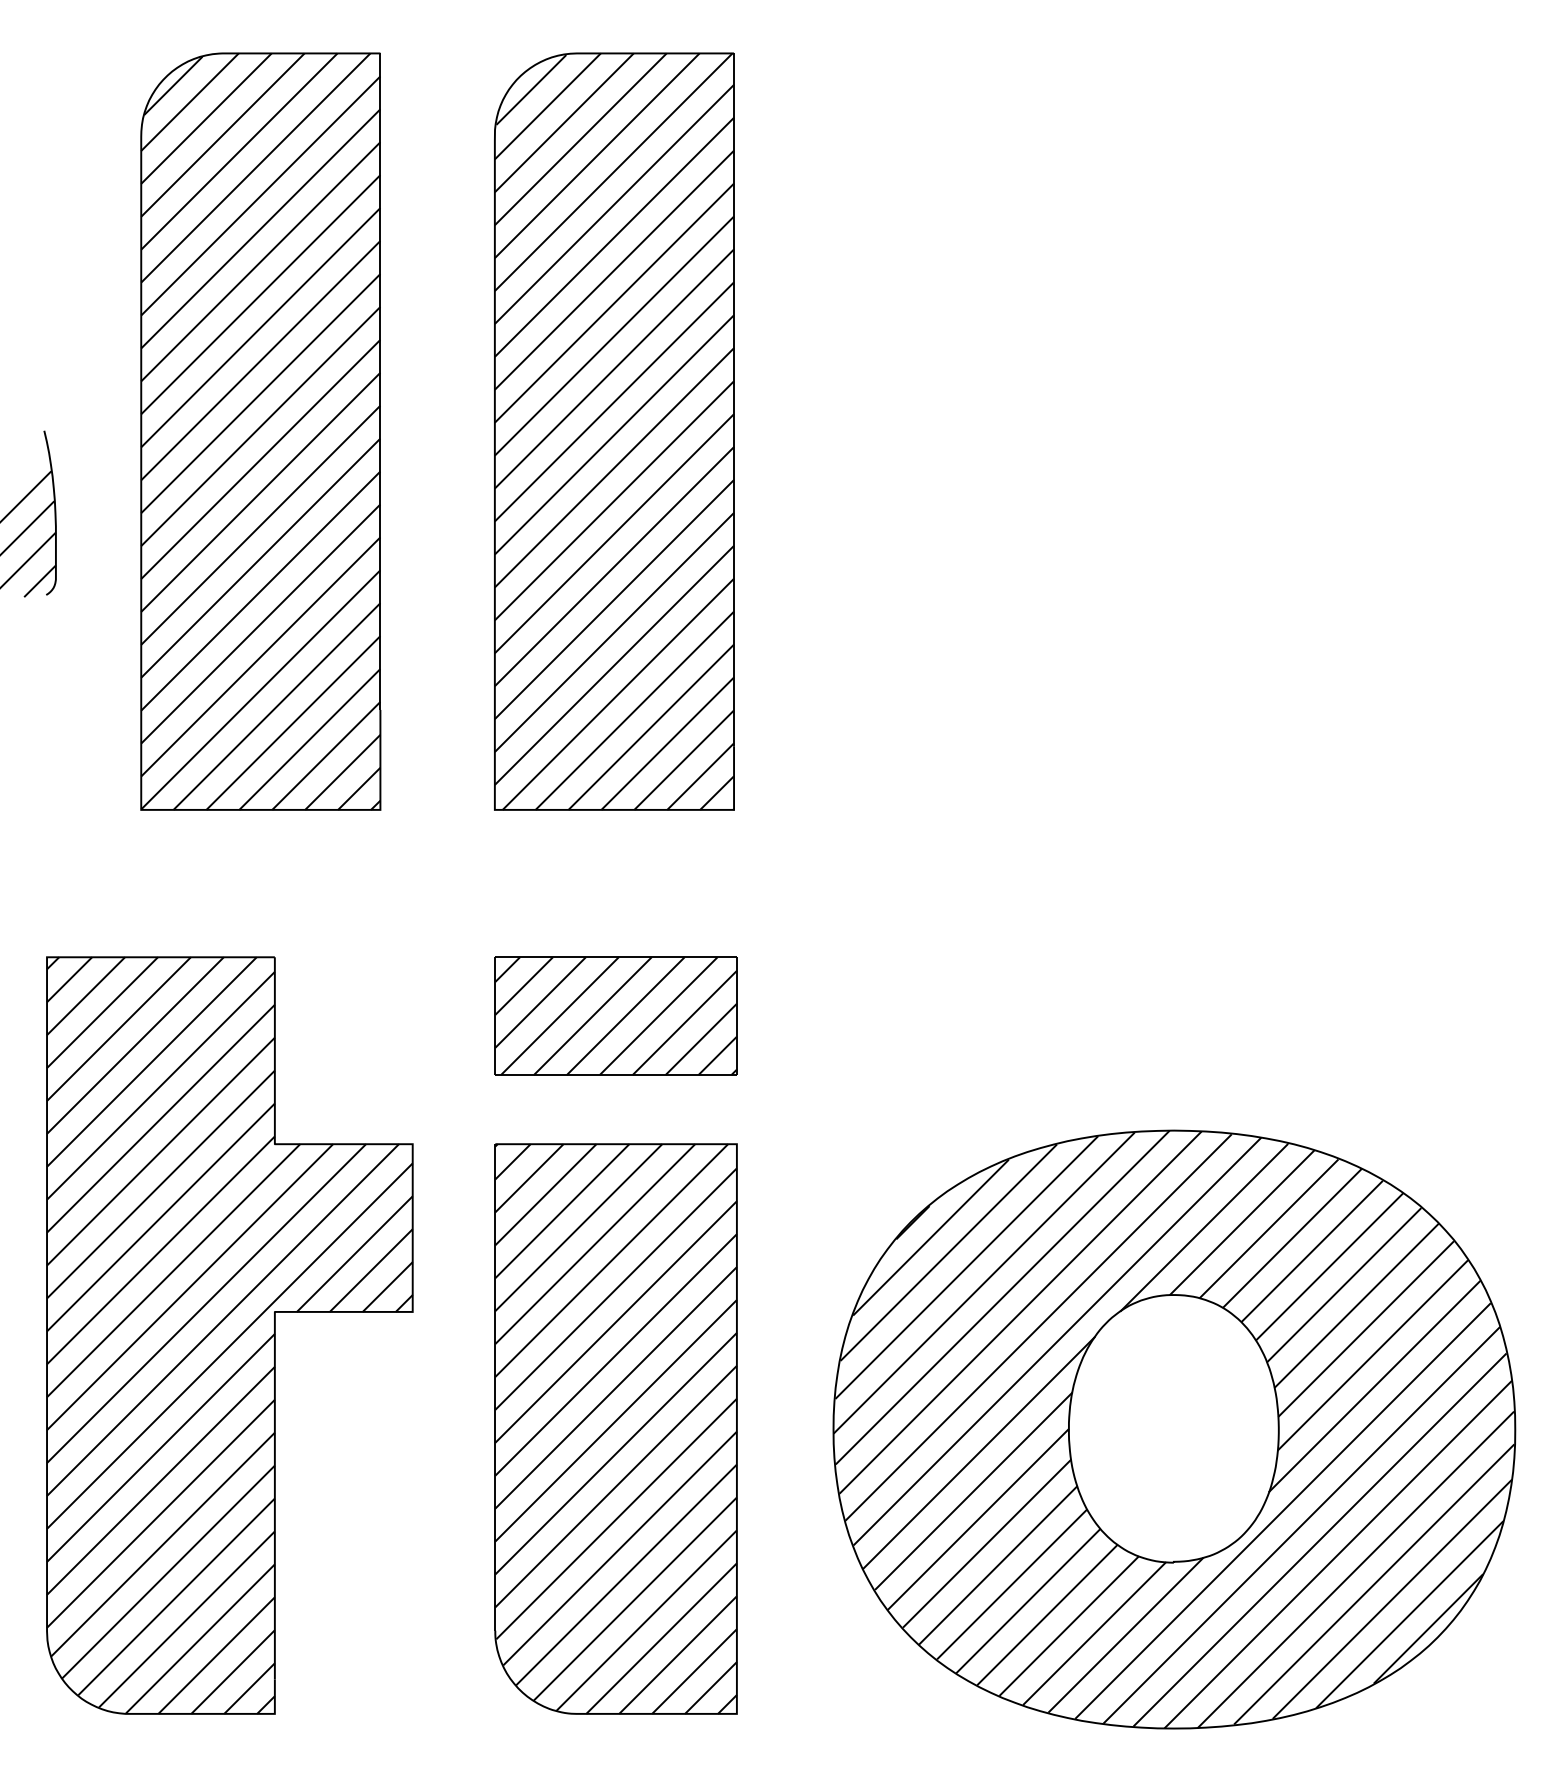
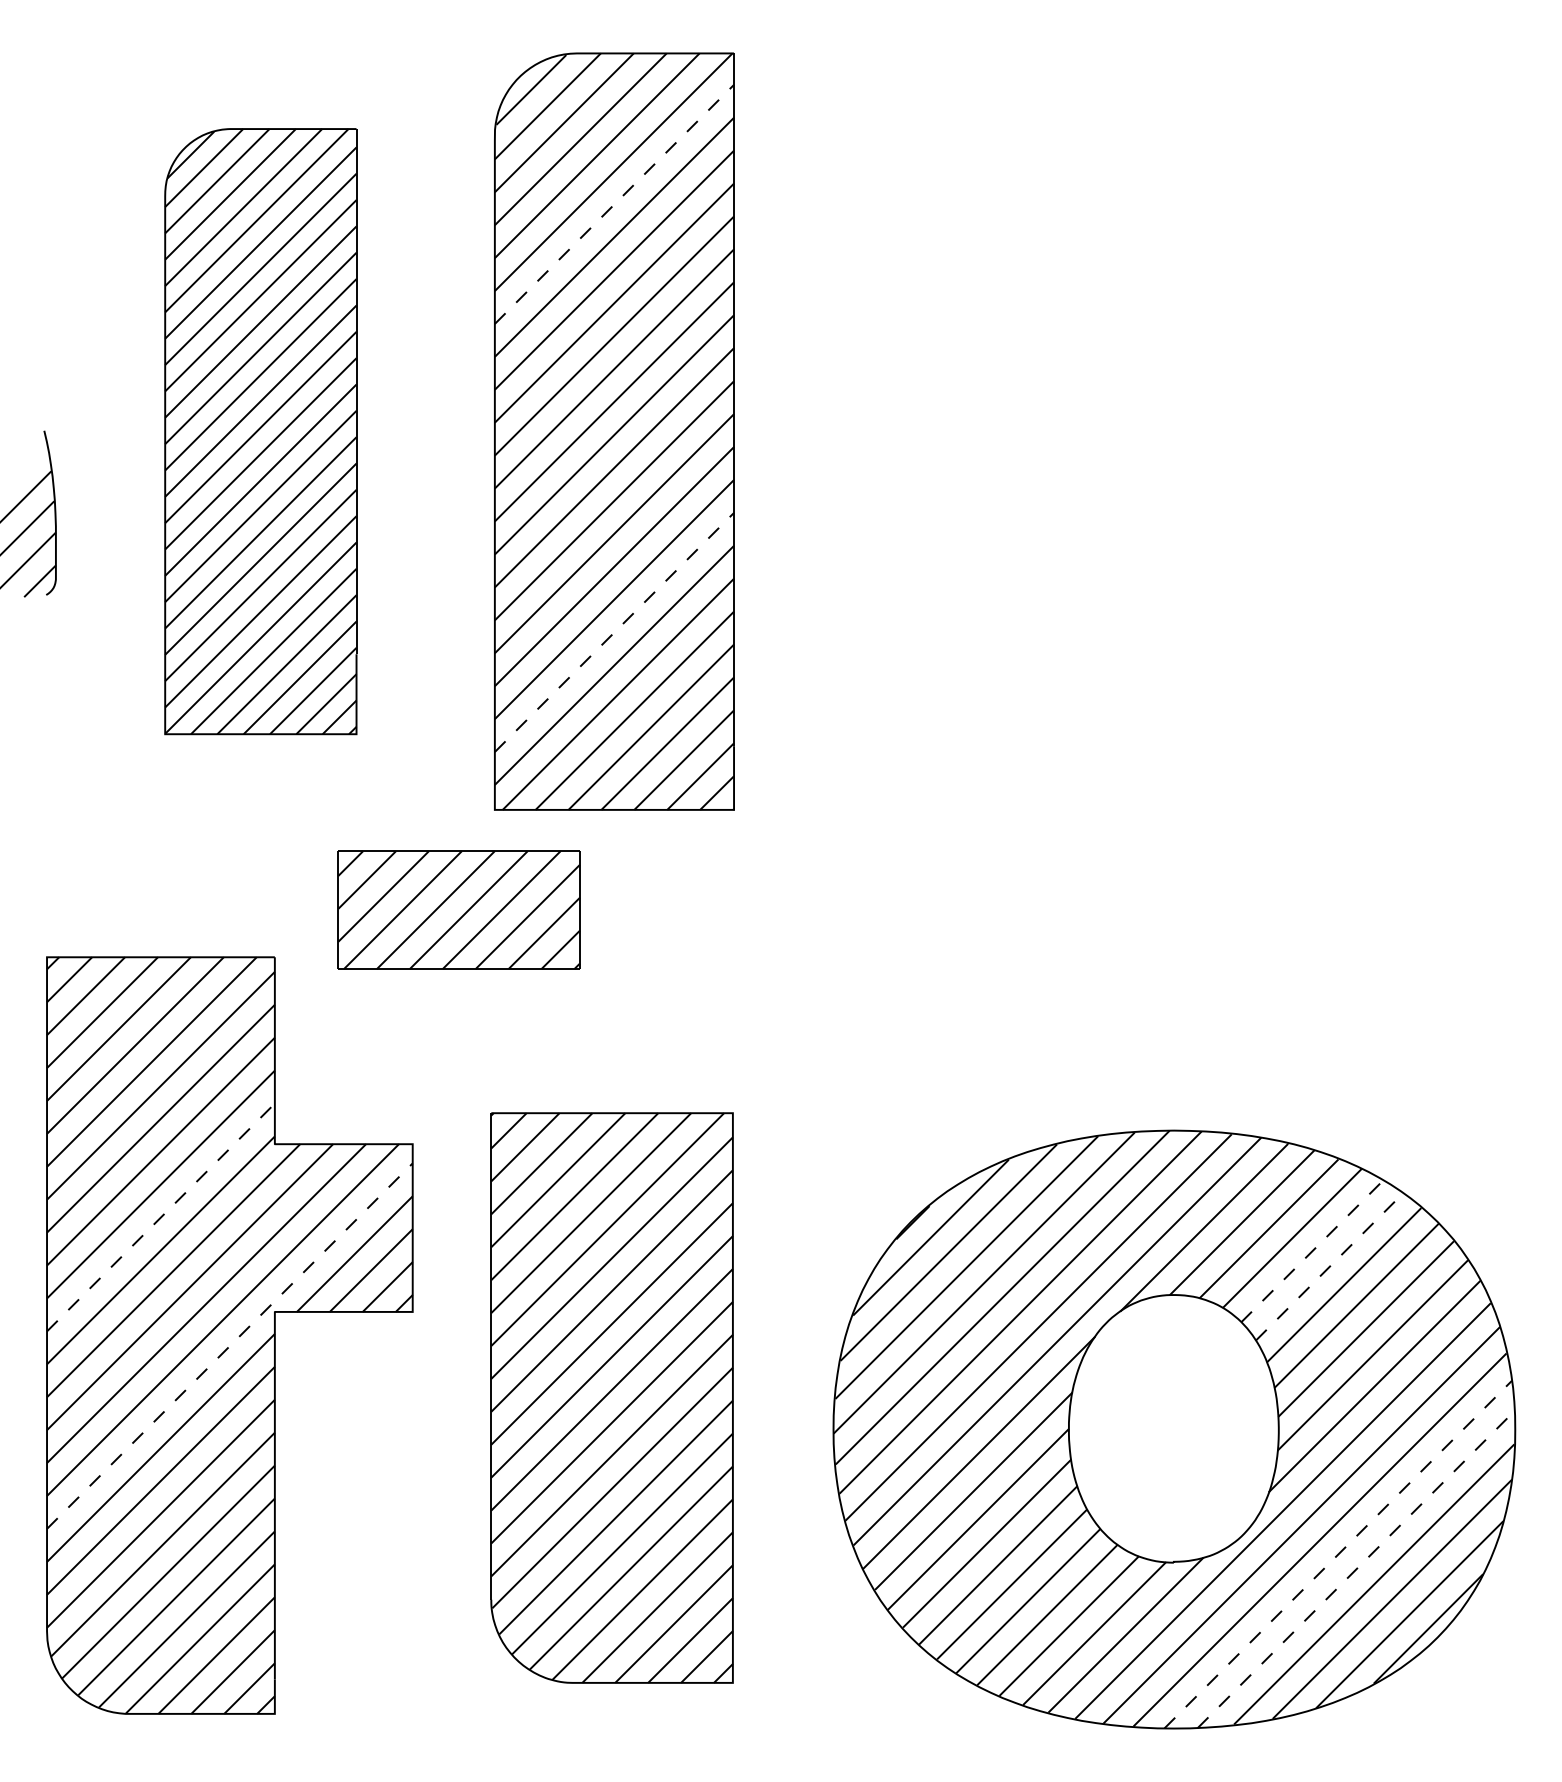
line at (614, 204): solid -> dashed
part at (260, 431) size: 242x759 px -> 194x608 px
line at (614, 632): solid -> dashed
part at (615, 1015) position: (615, 1015) -> (458, 909)
line at (161, 1217): solid -> dashed
line at (1312, 1251): solid -> dashed
line at (1329, 1266): solid -> dashed
line at (229, 1346): solid -> dashed
part at (615, 1428) position: (615, 1428) -> (611, 1397)
line at (1338, 1554): solid -> dashed
line at (1355, 1569): solid -> dashed
